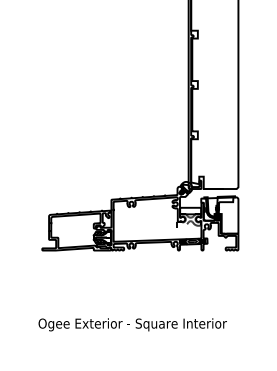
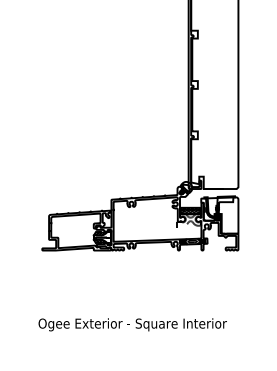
hatch at (190, 210): none -> present
